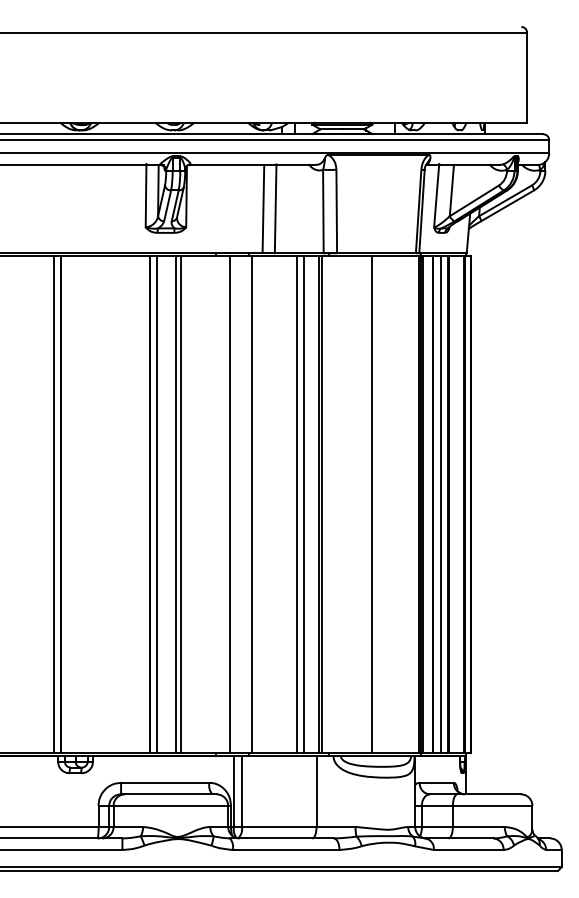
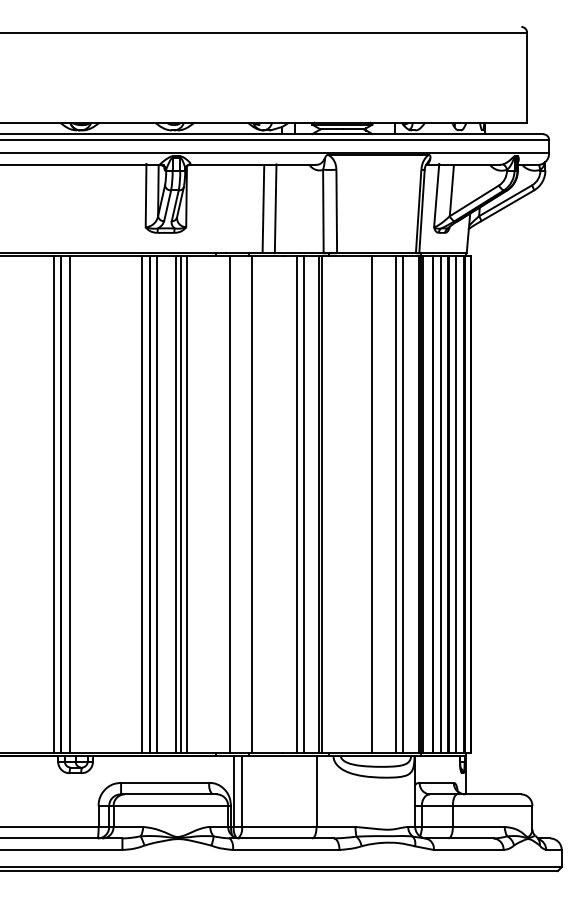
line at (69, 504): none -> present
line at (142, 504): none -> present
line at (186, 504): none -> present
line at (395, 504): none -> present
line at (402, 504): none -> present
line at (456, 504): none -> present
